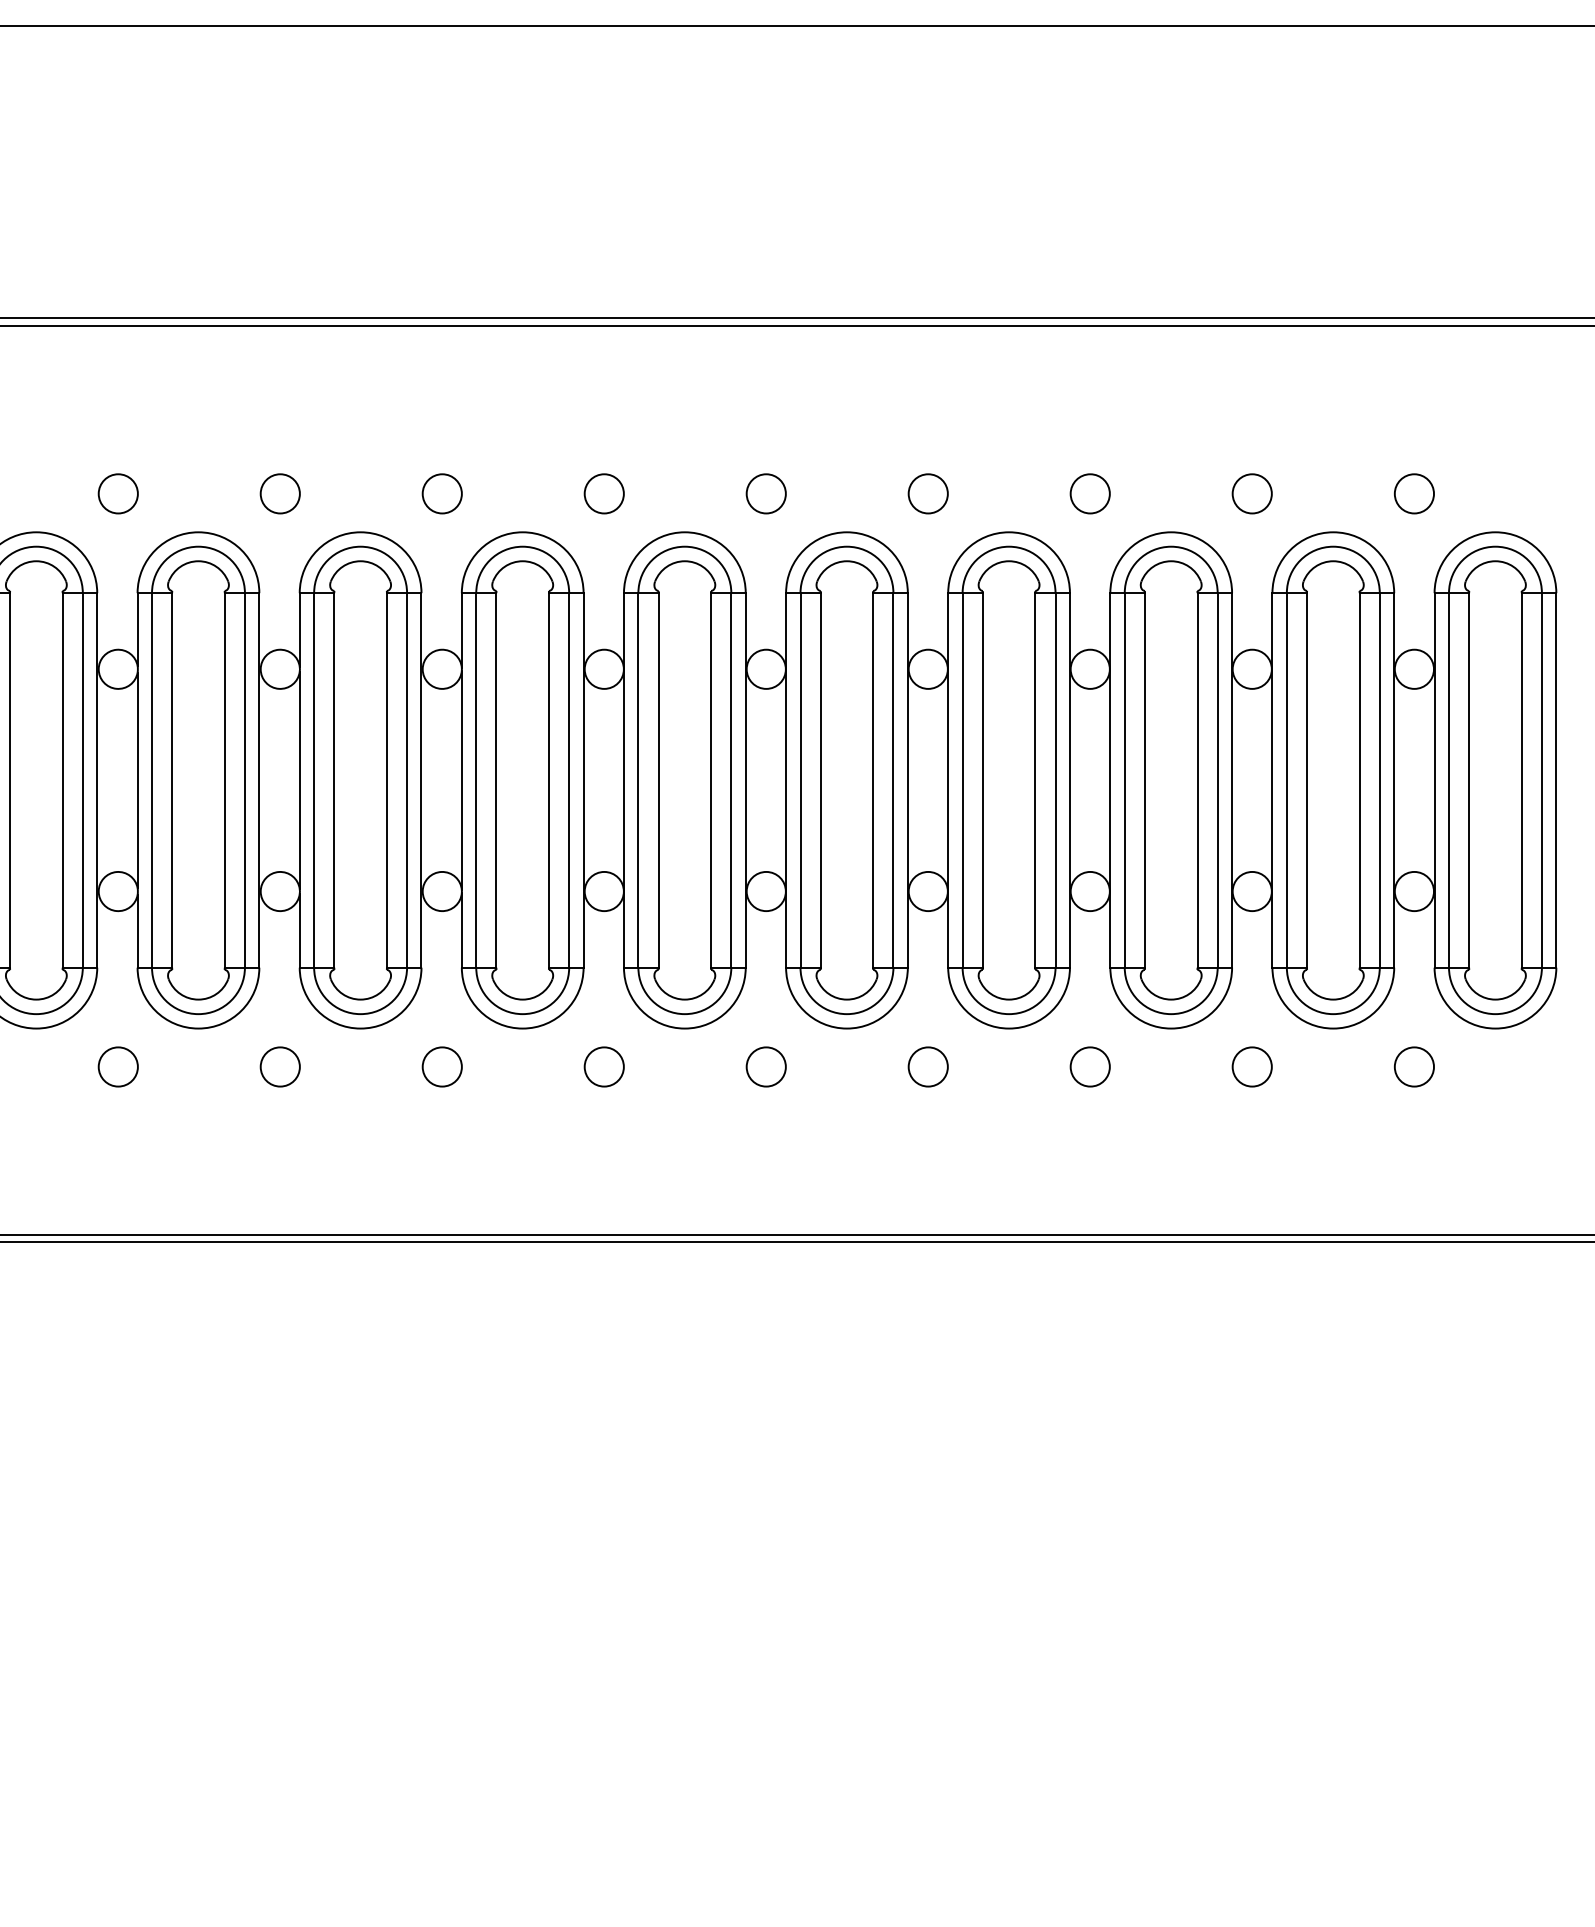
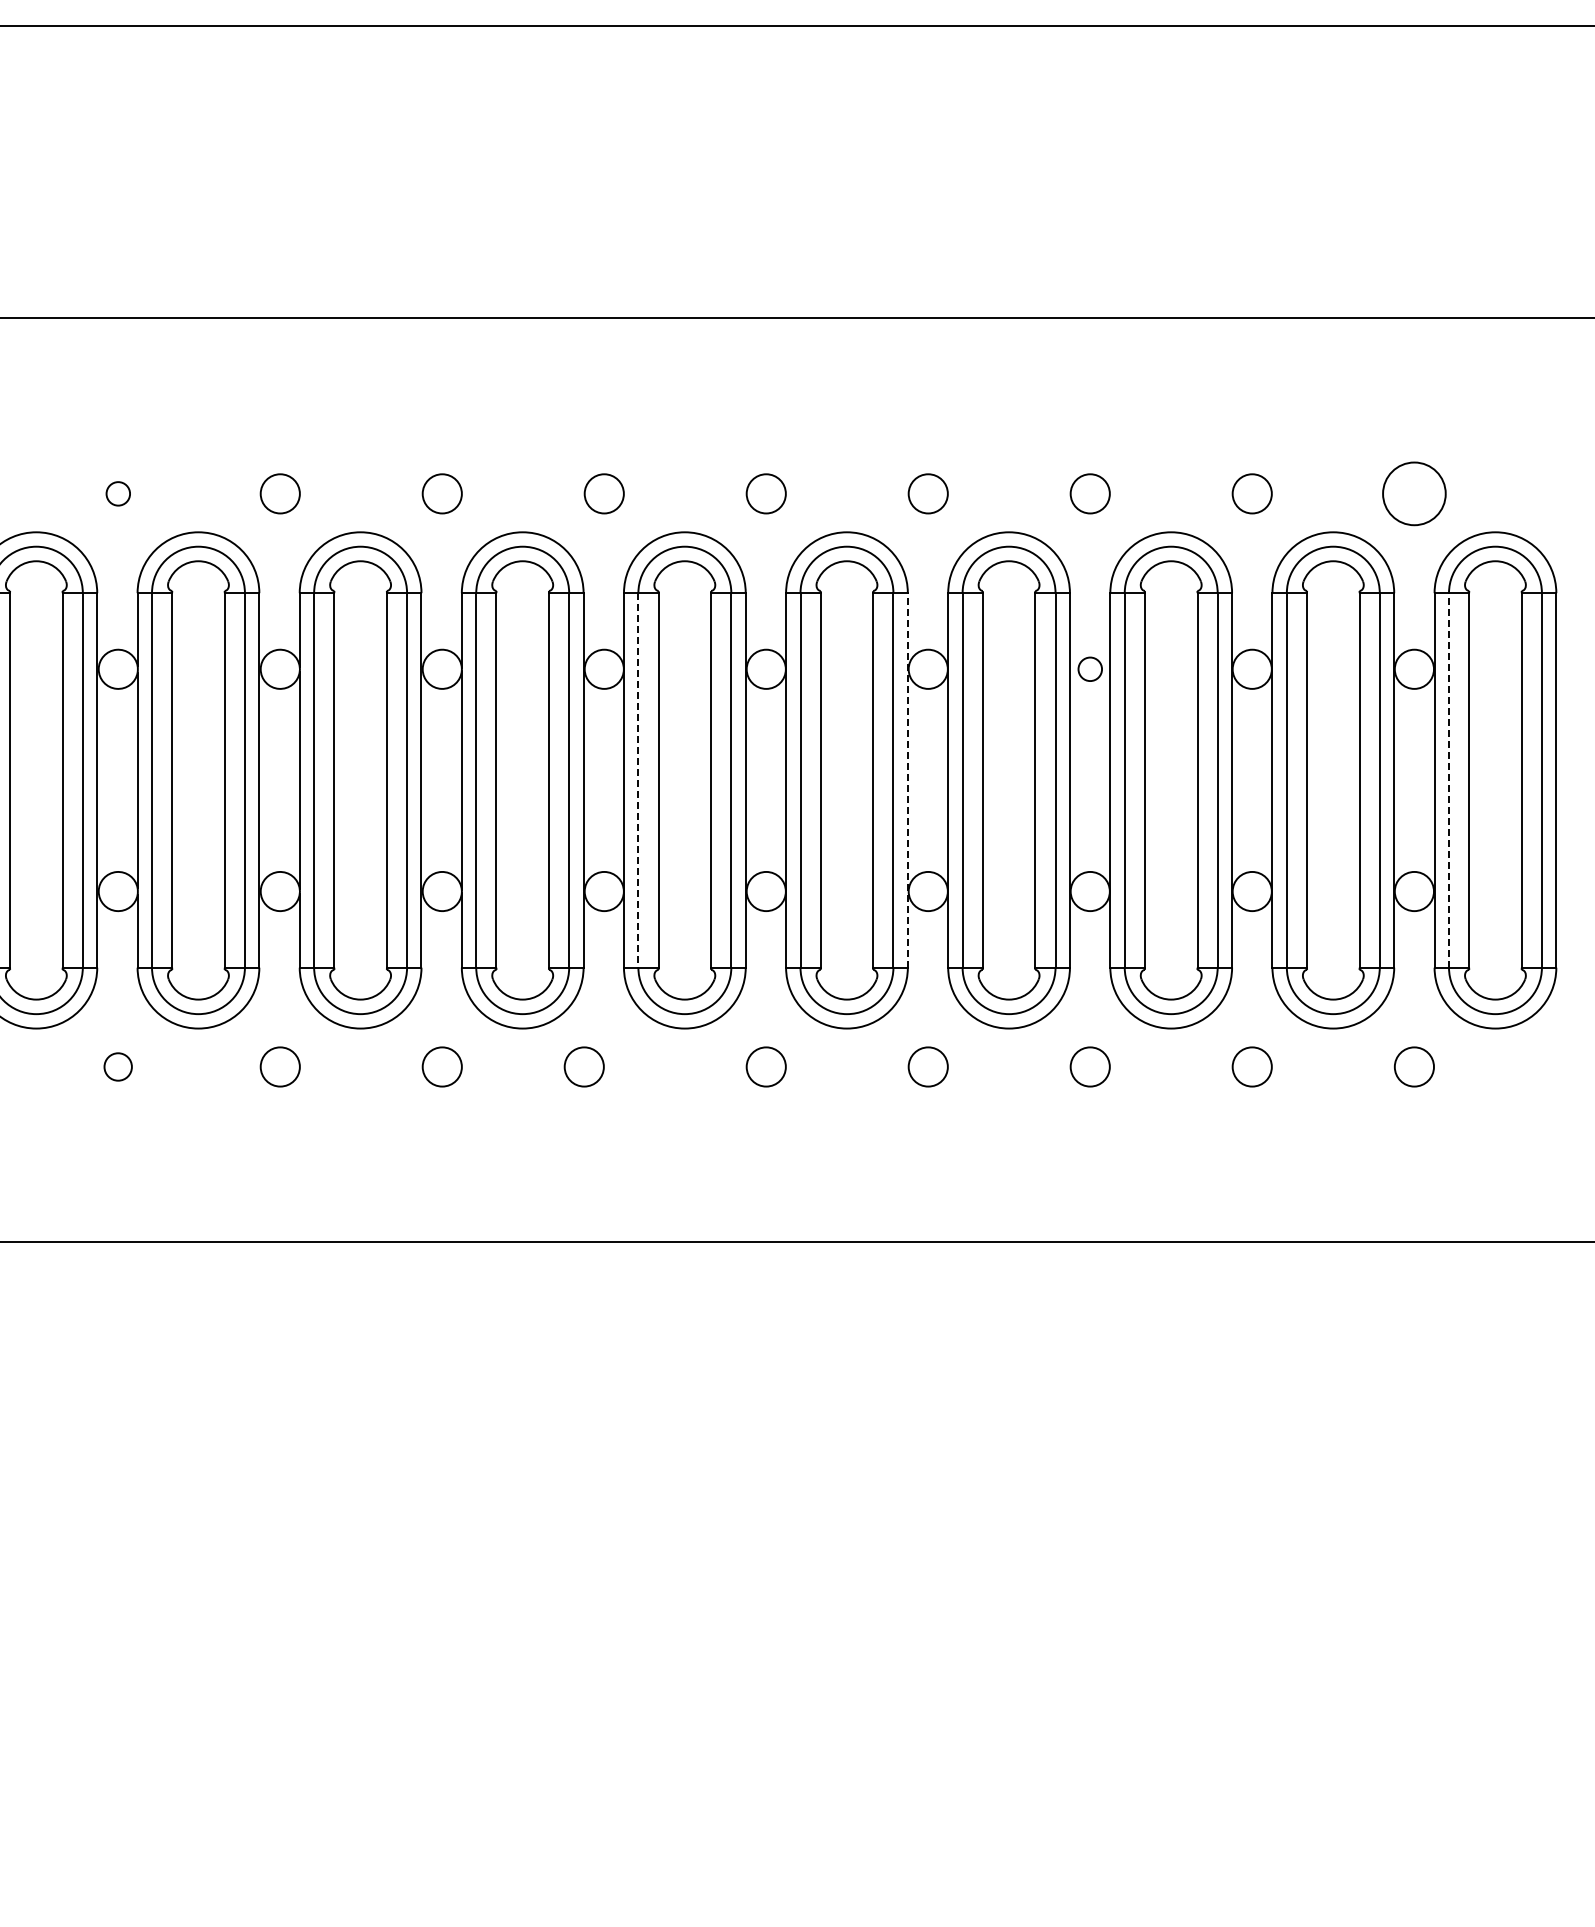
line at (796, 326): present -> none
circle at (117, 493) diameter: 39 px -> 24 px
circle at (1414, 493) diameter: 39 px -> 63 px
circle at (1089, 668) diameter: 39 px -> 24 px
line at (907, 779): solid -> dashed
line at (1448, 779): solid -> dashed
line at (638, 780): solid -> dashed
circle at (117, 1066) size: 42x42 px -> 30x30 px
circle at (603, 1066) position: (603, 1066) -> (583, 1066)
line at (796, 1234): present -> none
